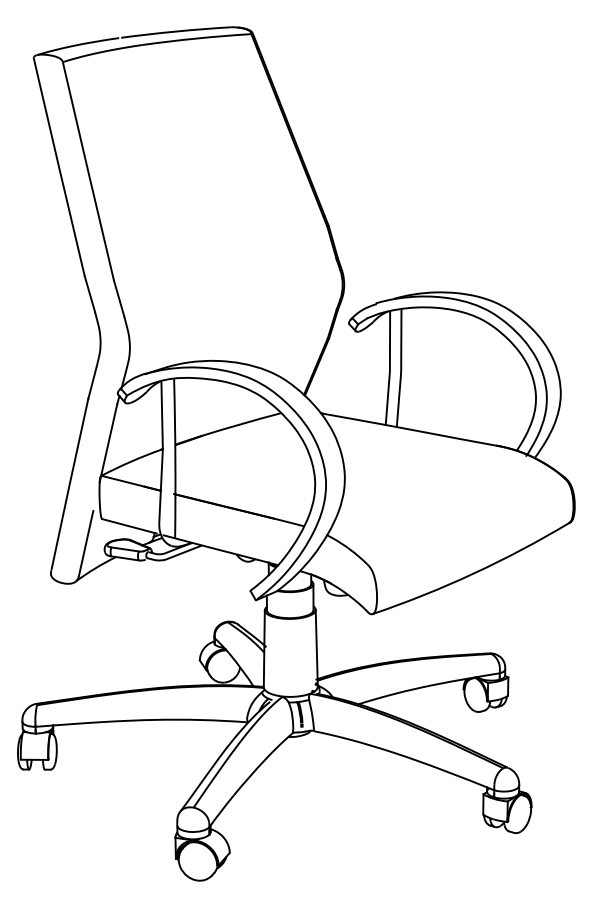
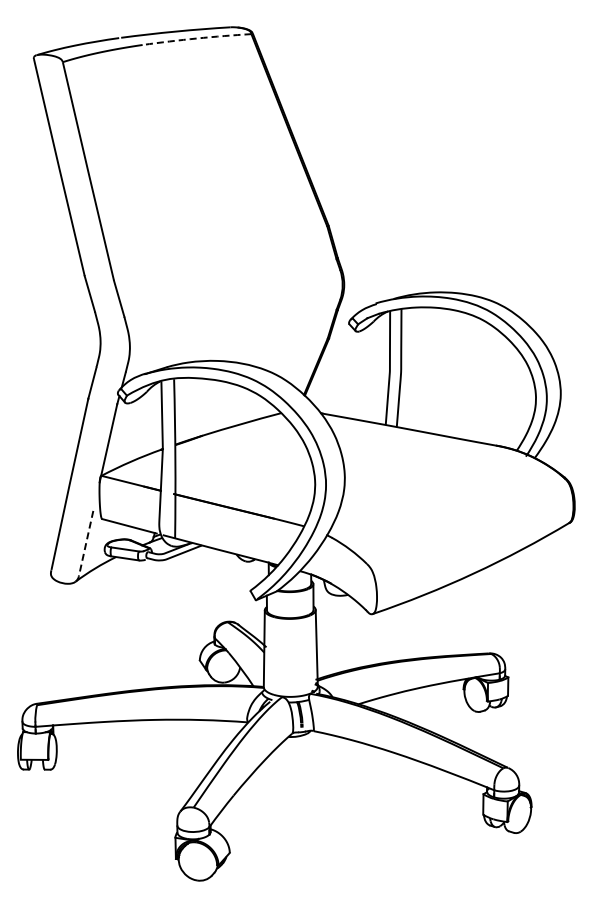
arc at (196, 38): solid -> dashed
line at (86, 544): solid -> dashed
